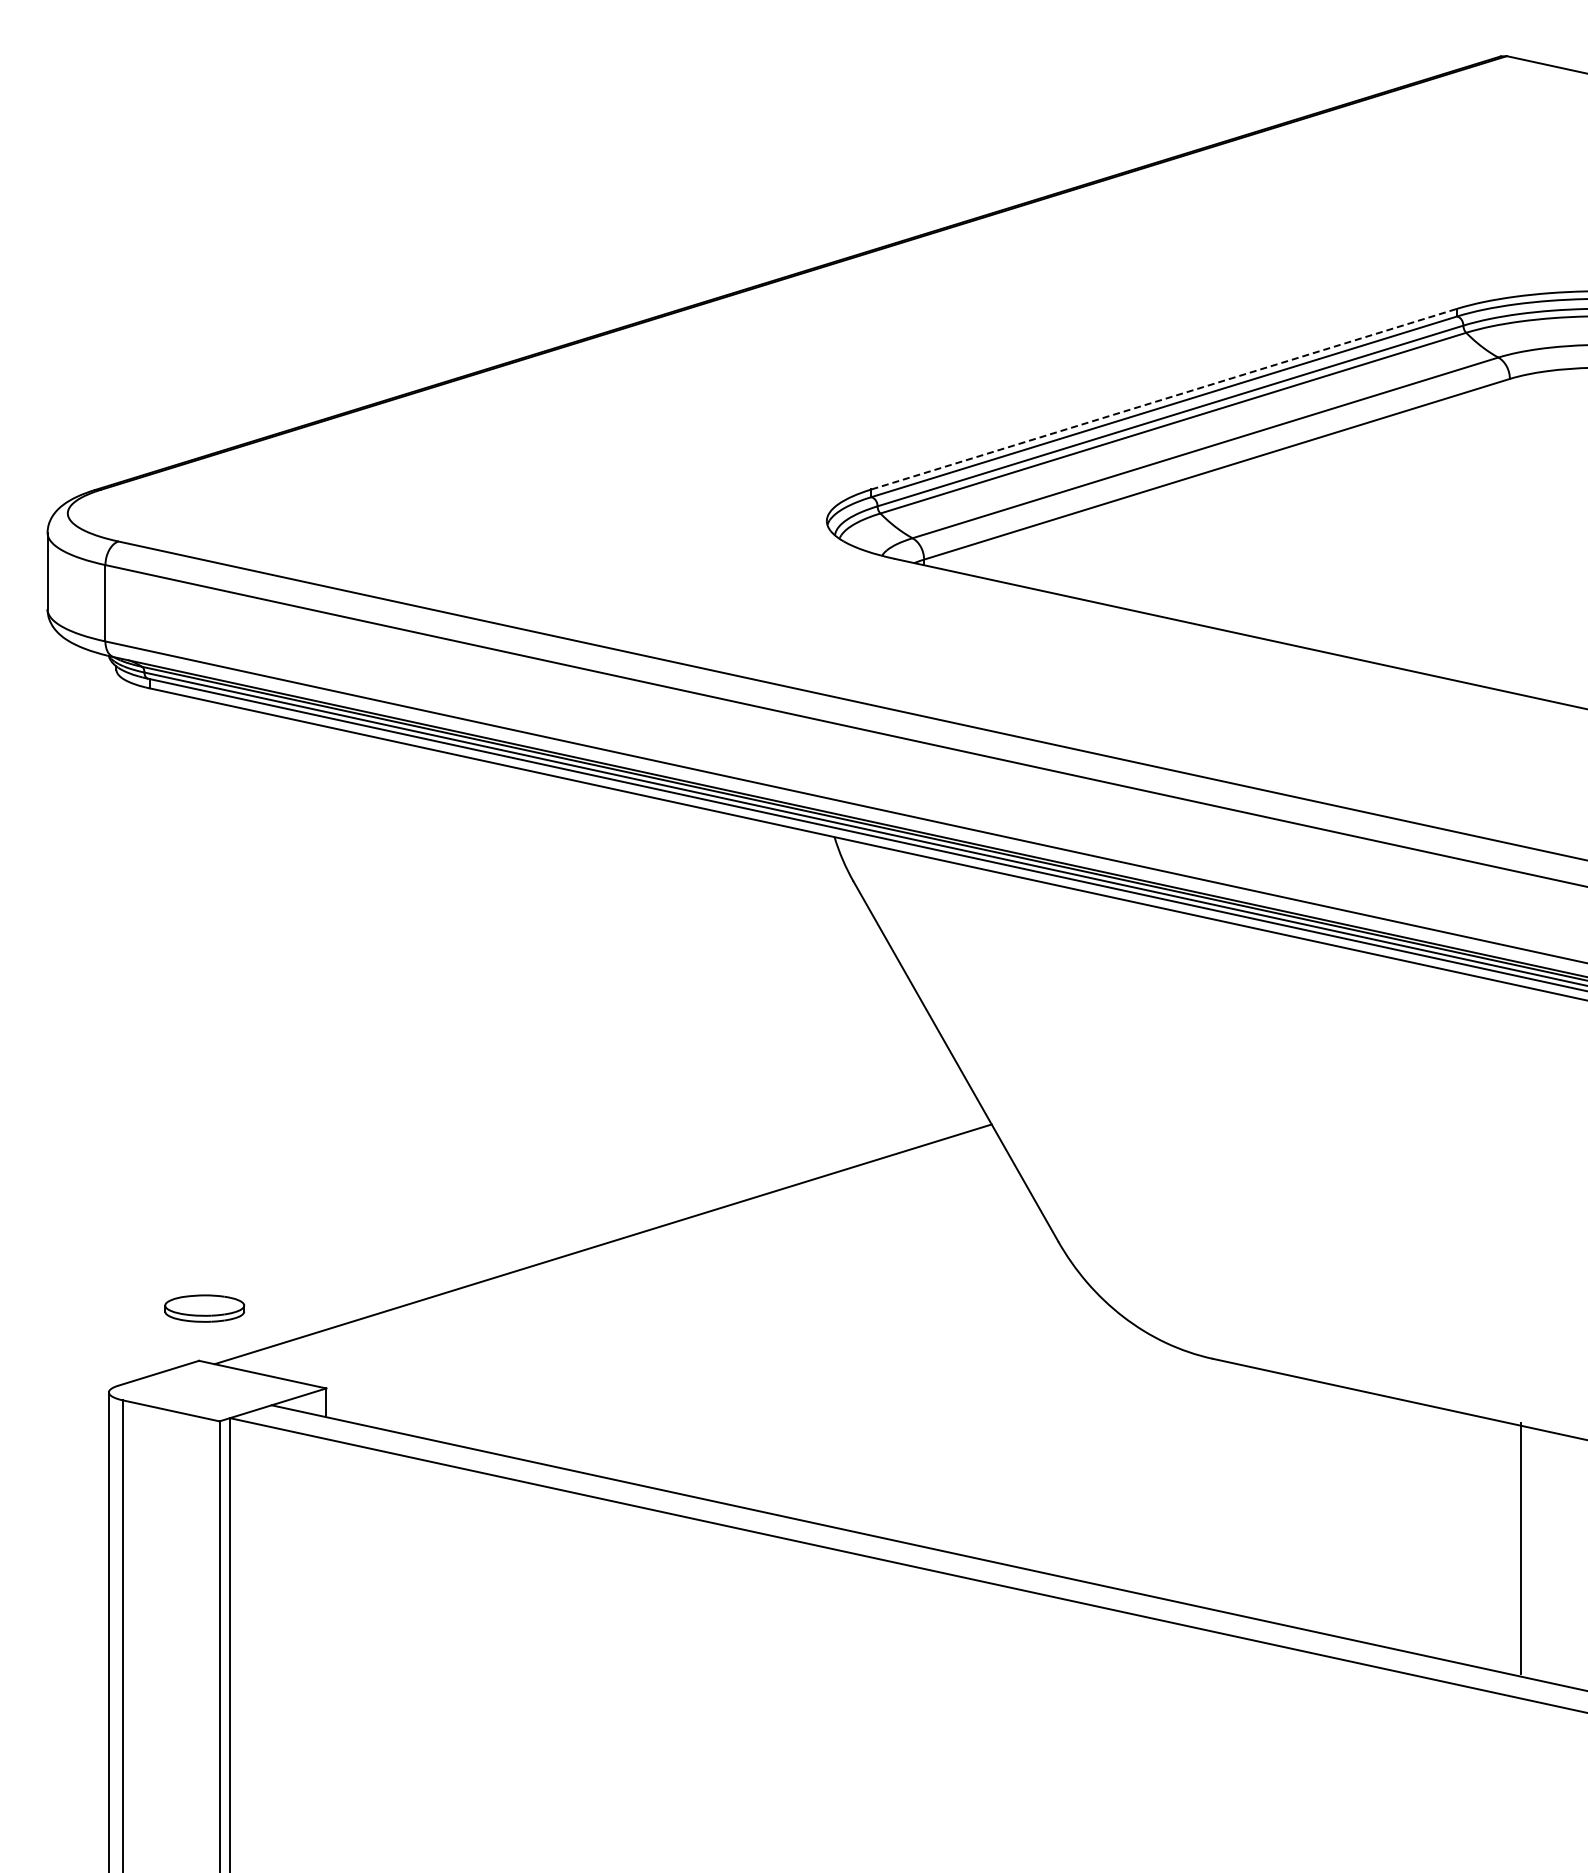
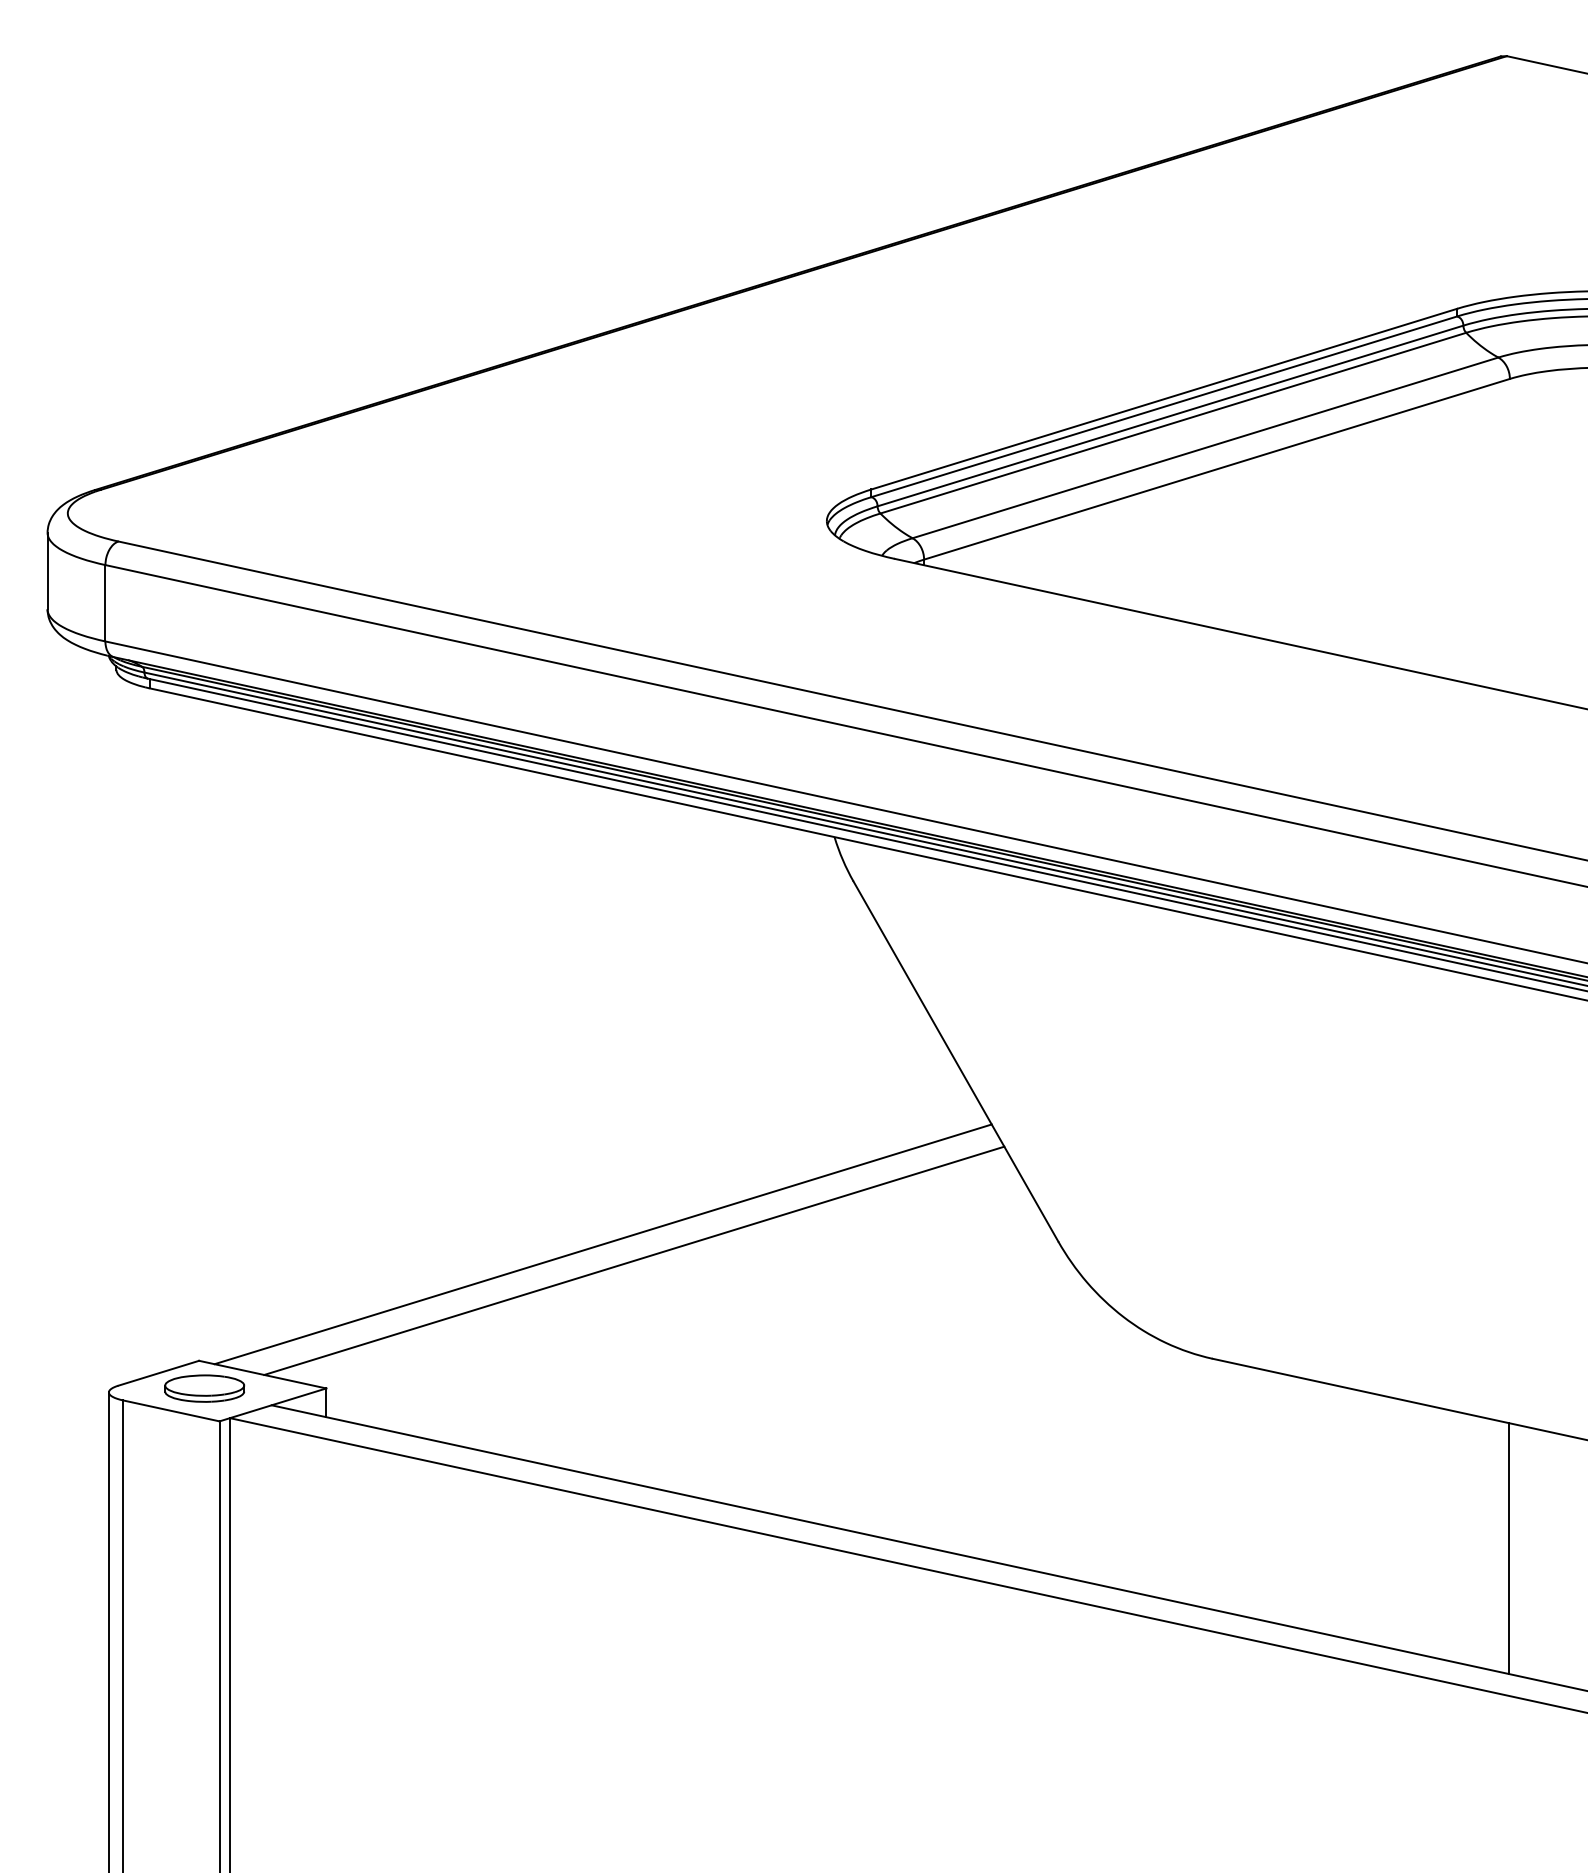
line at (1164, 399): dashed -> solid
line at (634, 1260): none -> present
part at (204, 1308) position: (204, 1308) -> (204, 1388)
line at (1520, 1548) position: (1520, 1548) -> (1508, 1548)
